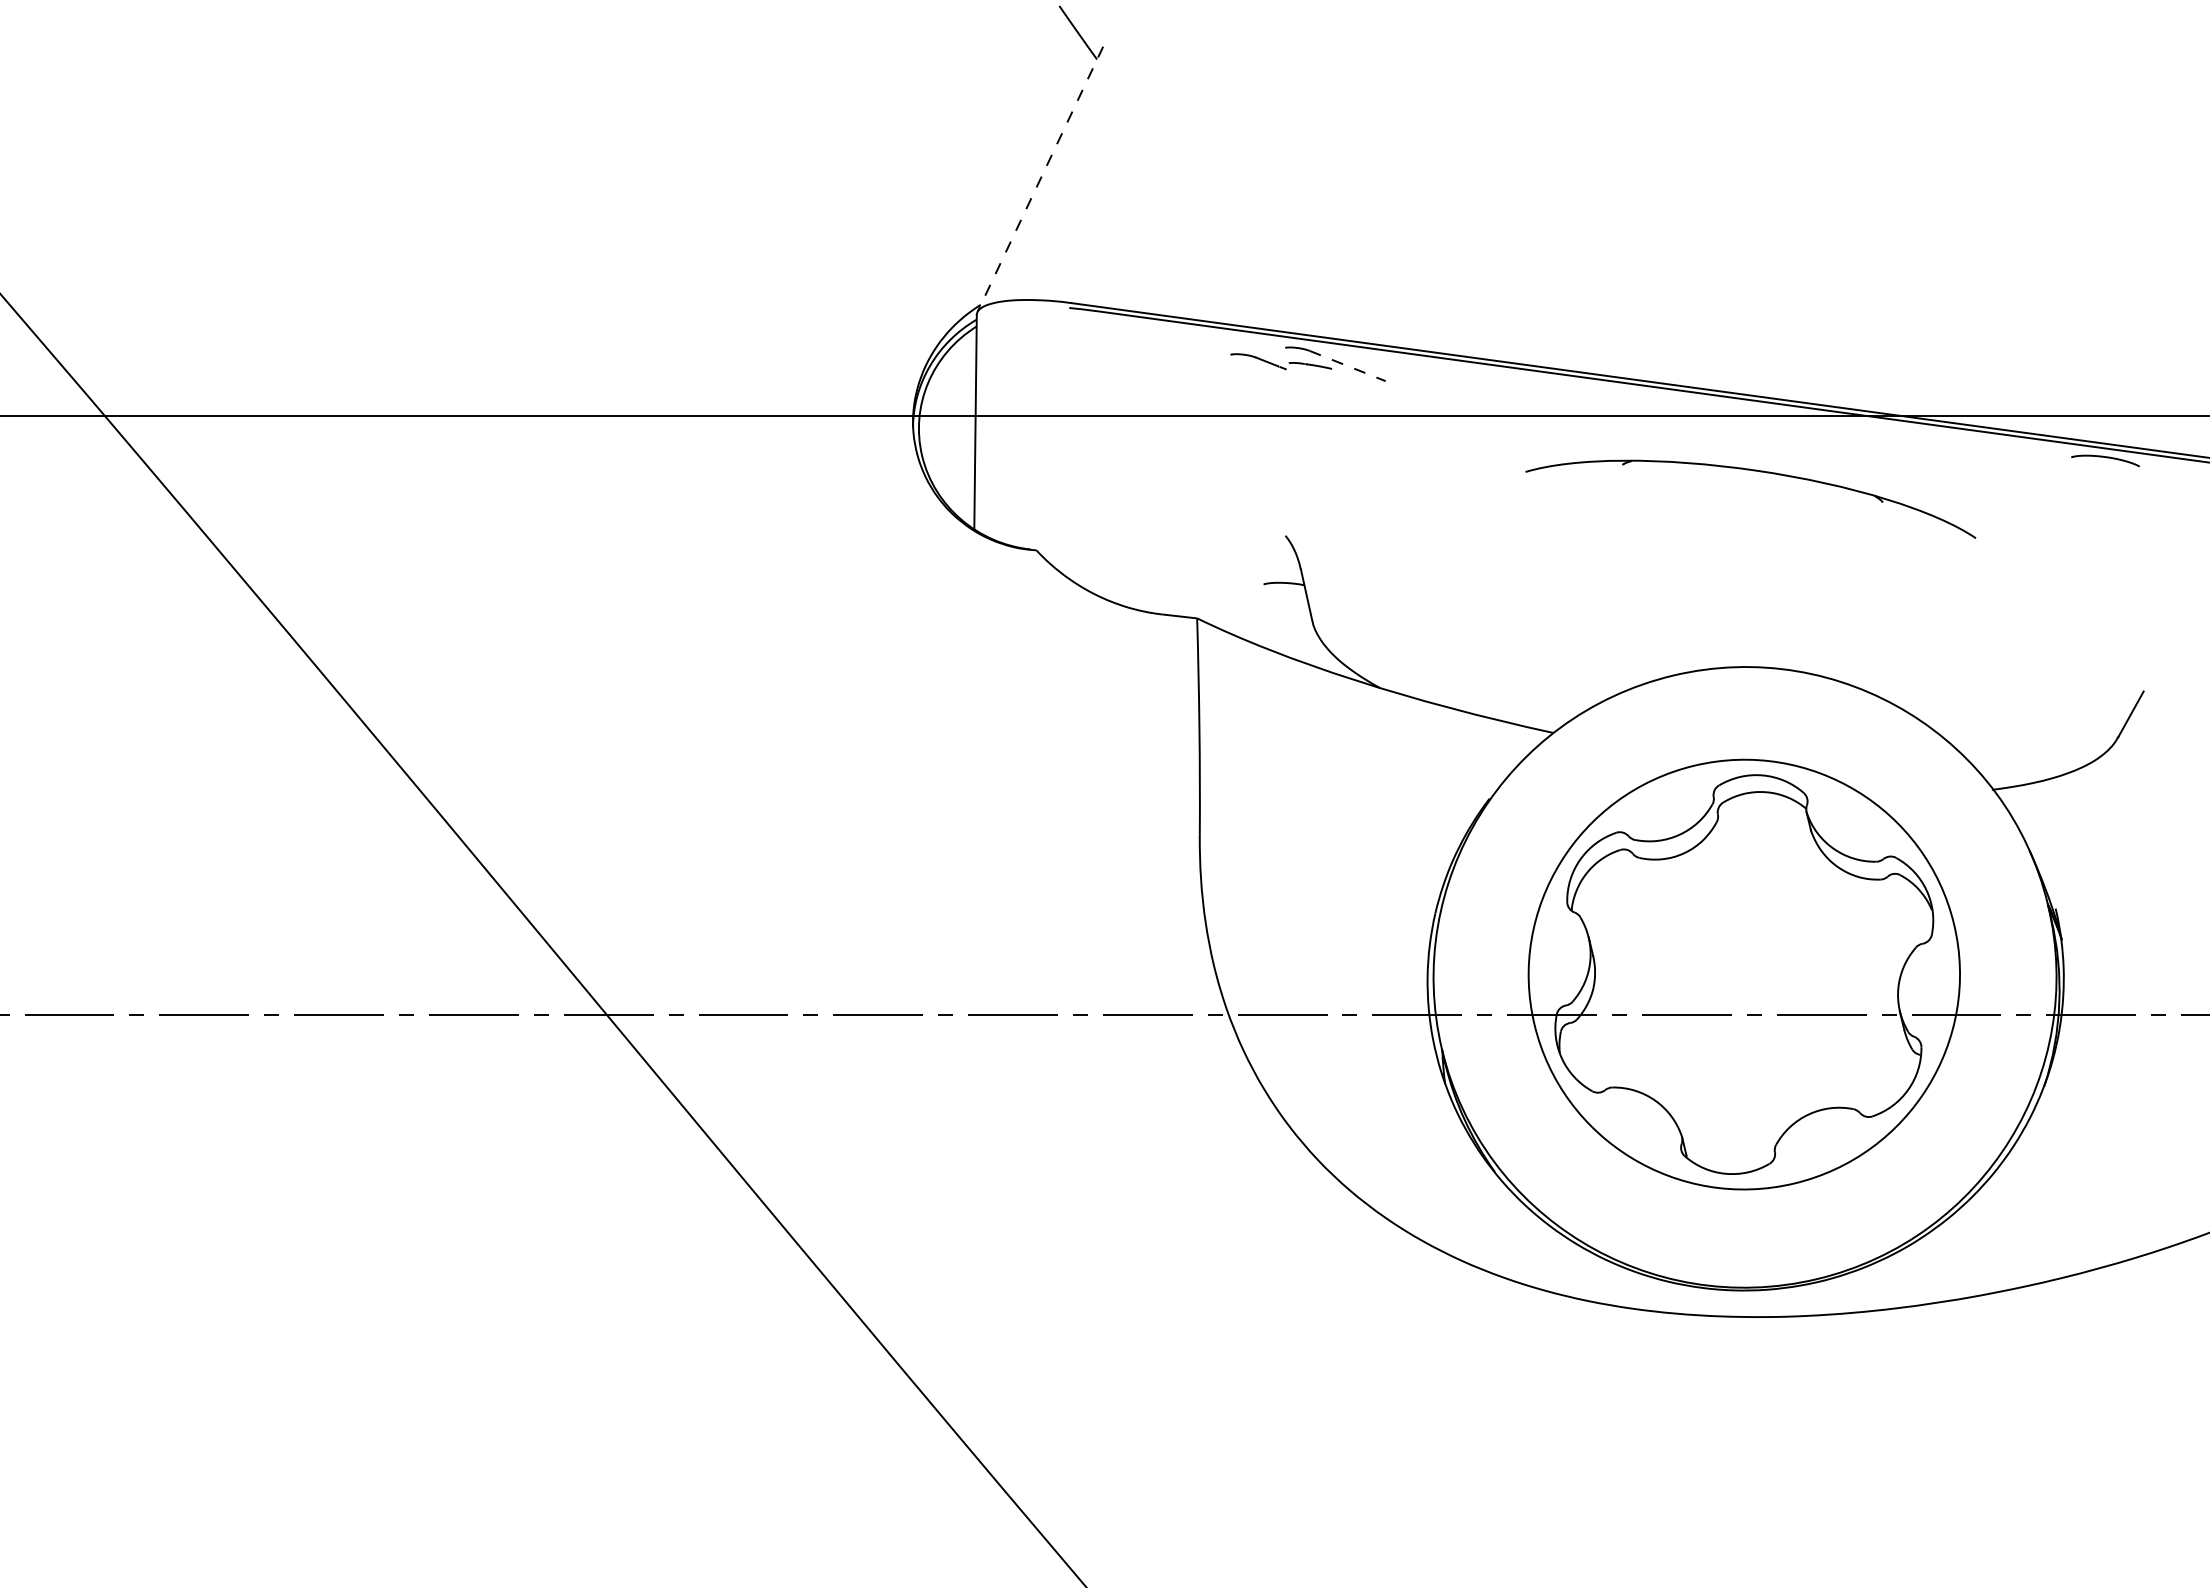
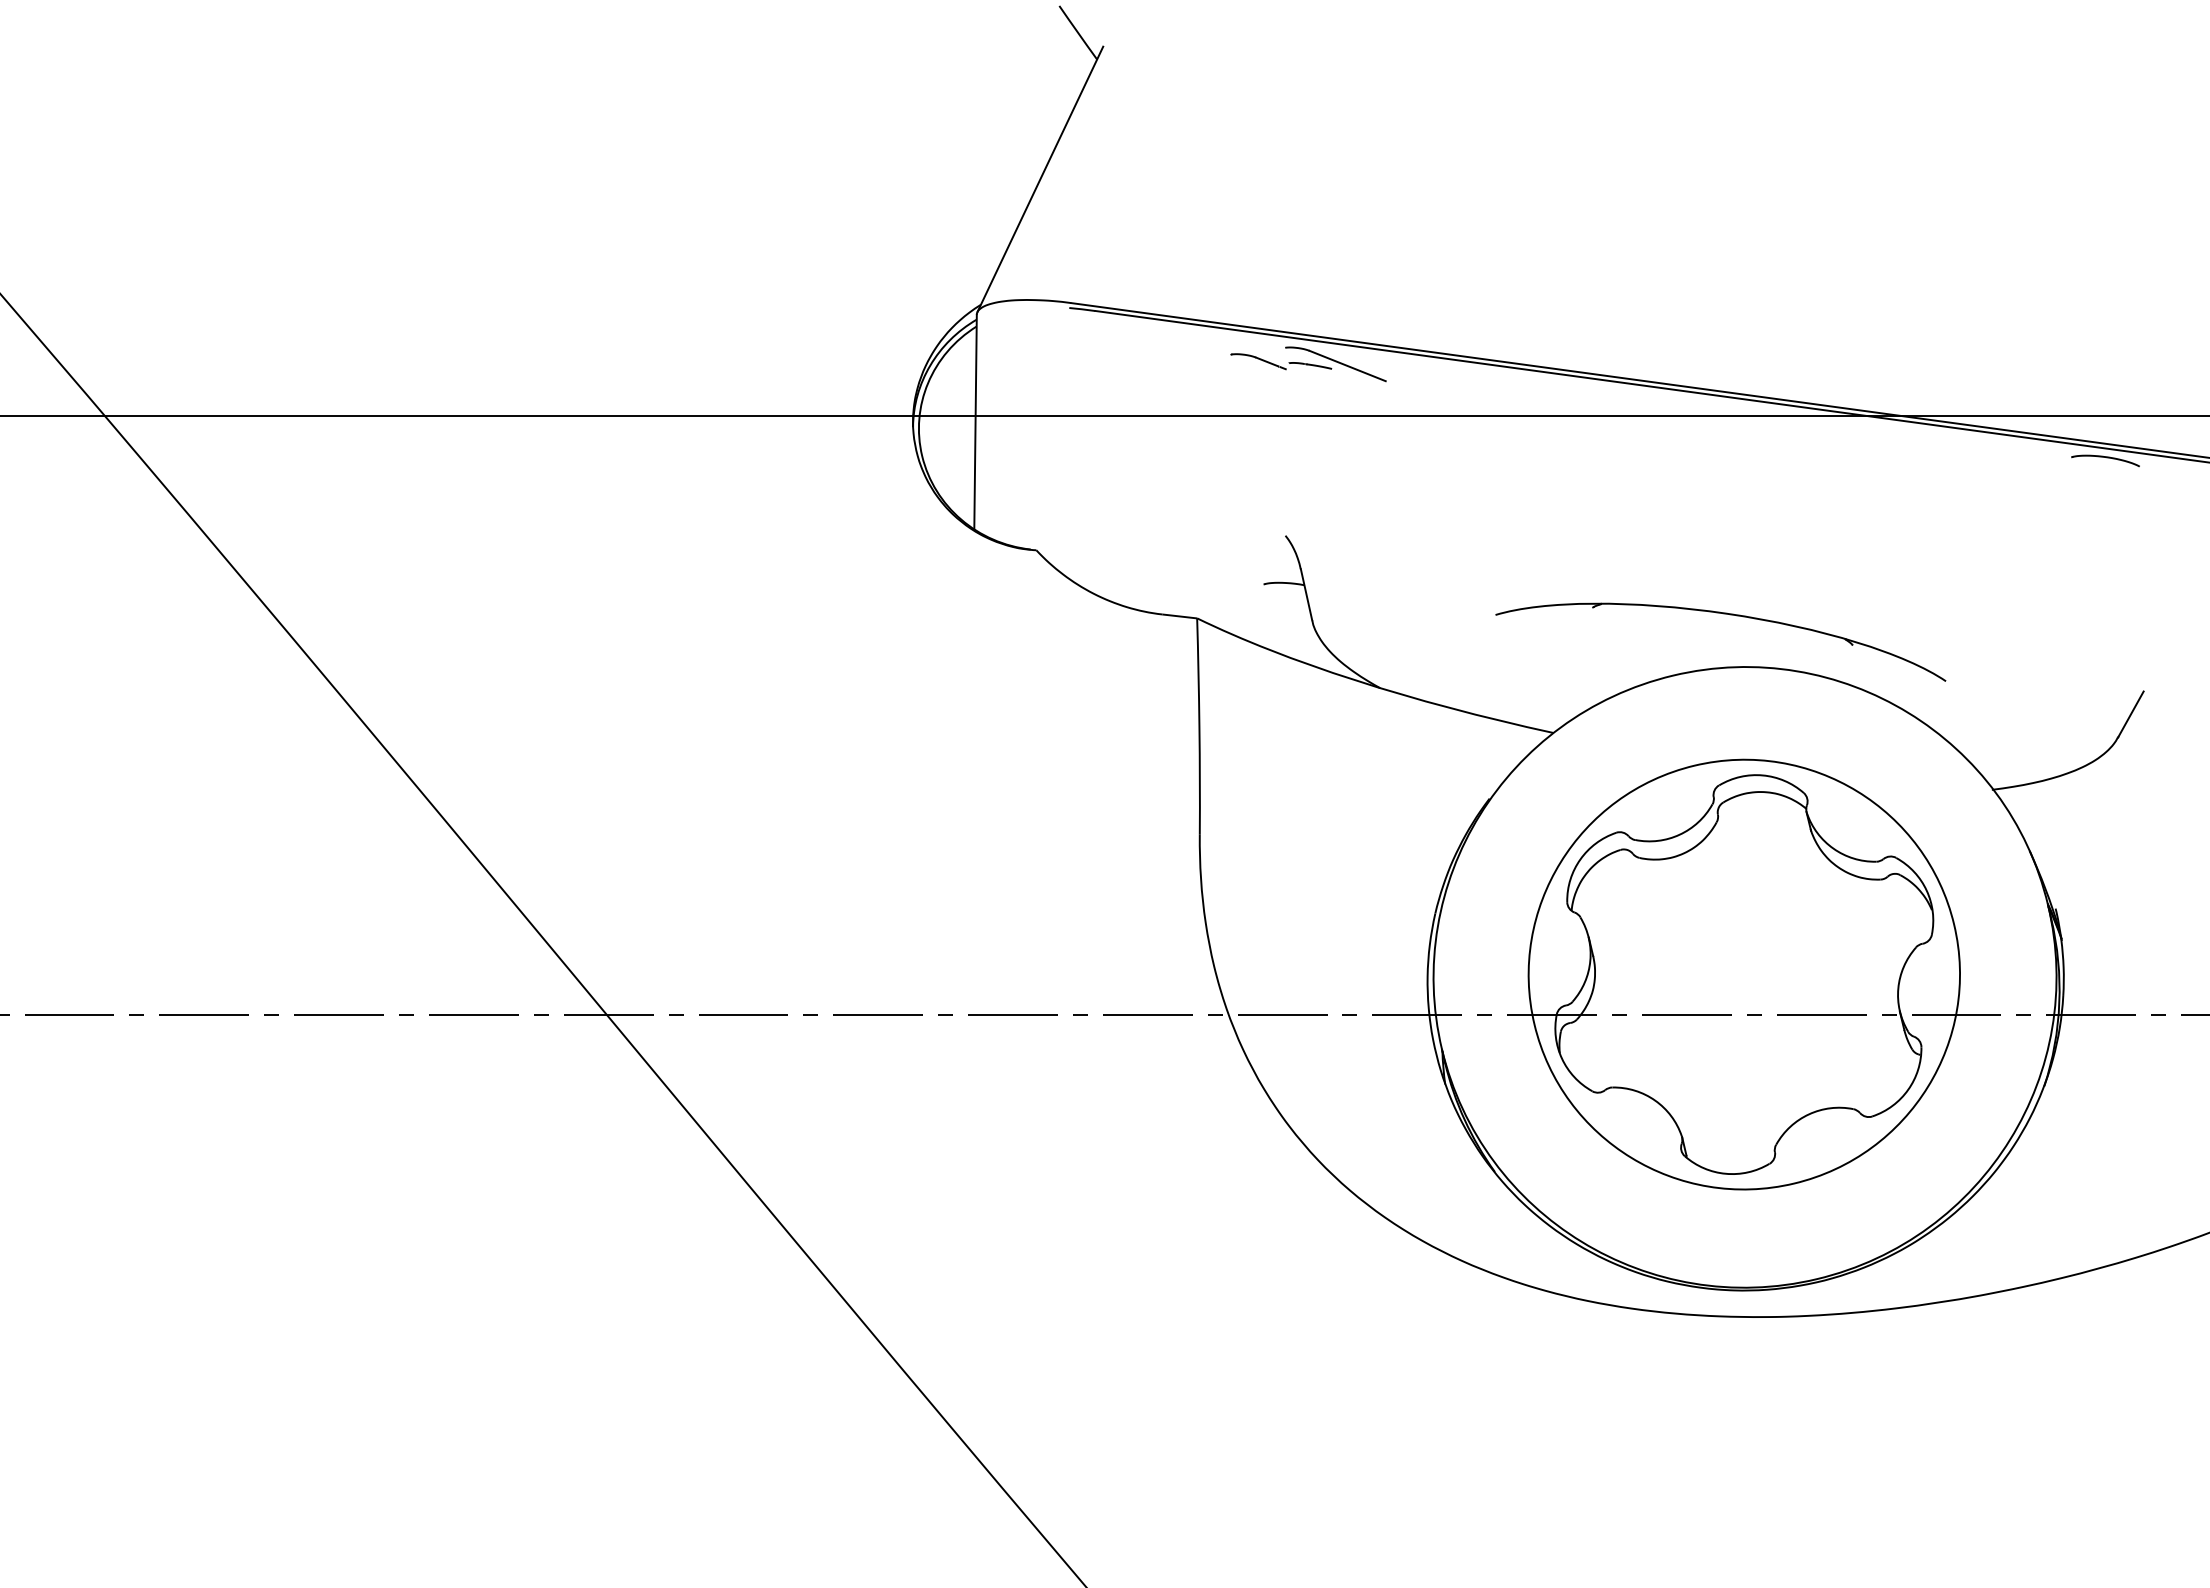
line at (1040, 179): dashed -> solid
line at (1347, 366): dashed -> solid
part at (1753, 471) position: (1753, 471) -> (1723, 614)
